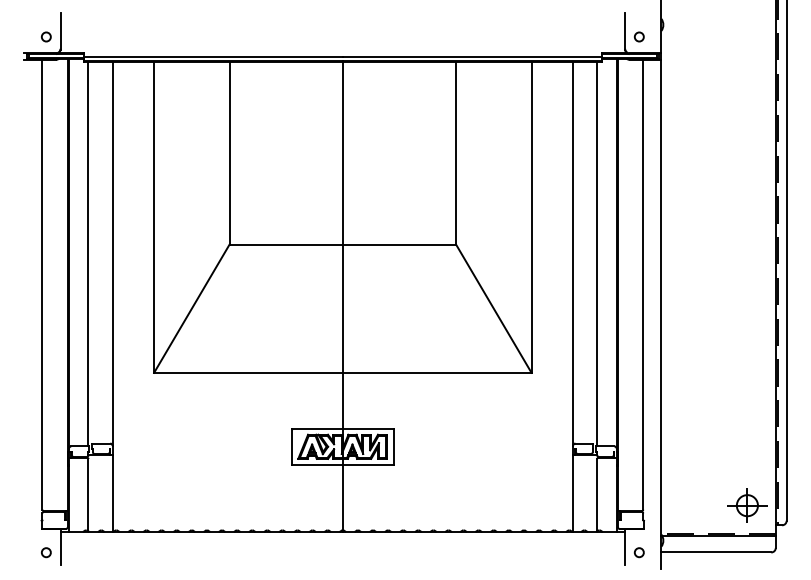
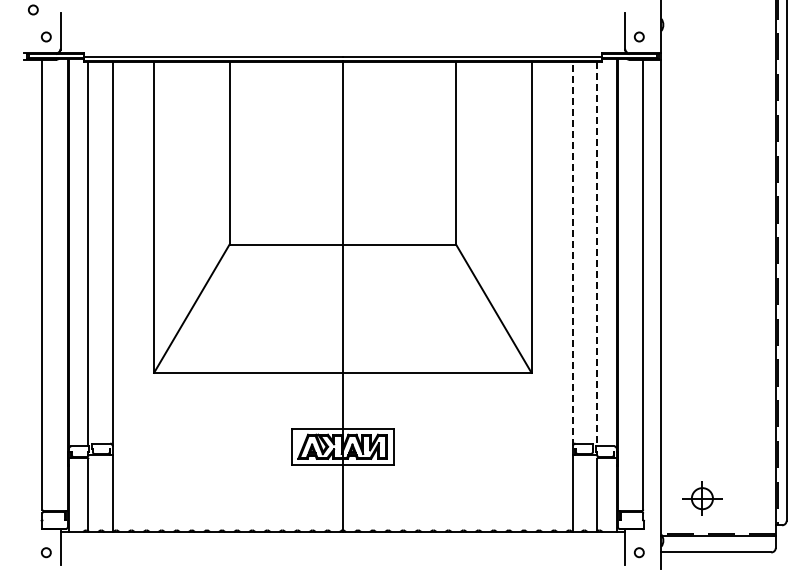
circle at (33, 9): none -> present
line at (573, 254): solid -> dashed
line at (597, 254): solid -> dashed
part at (747, 505) position: (747, 505) -> (702, 498)
